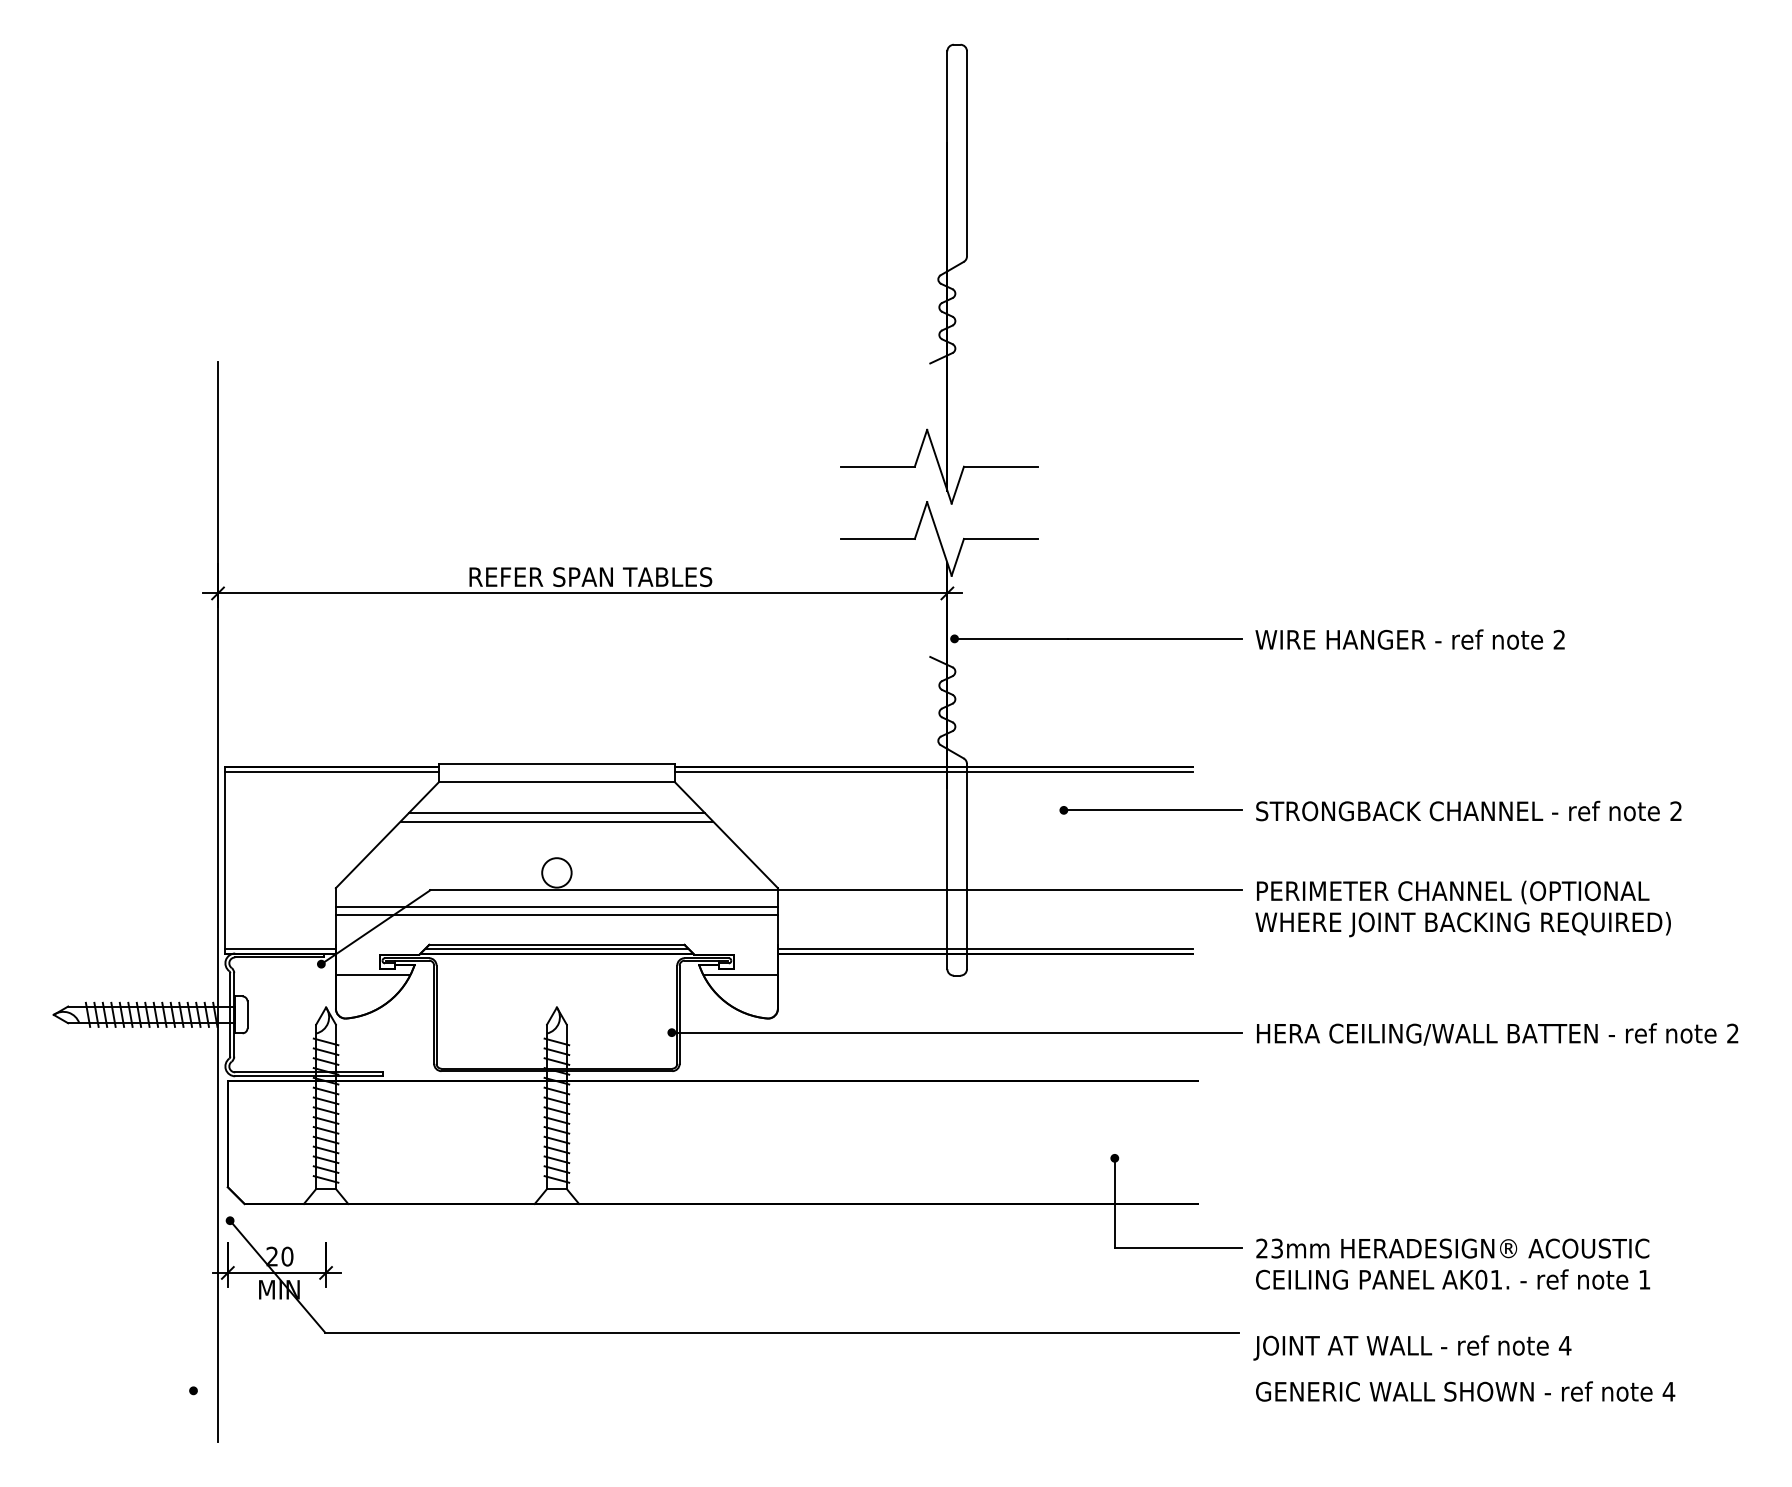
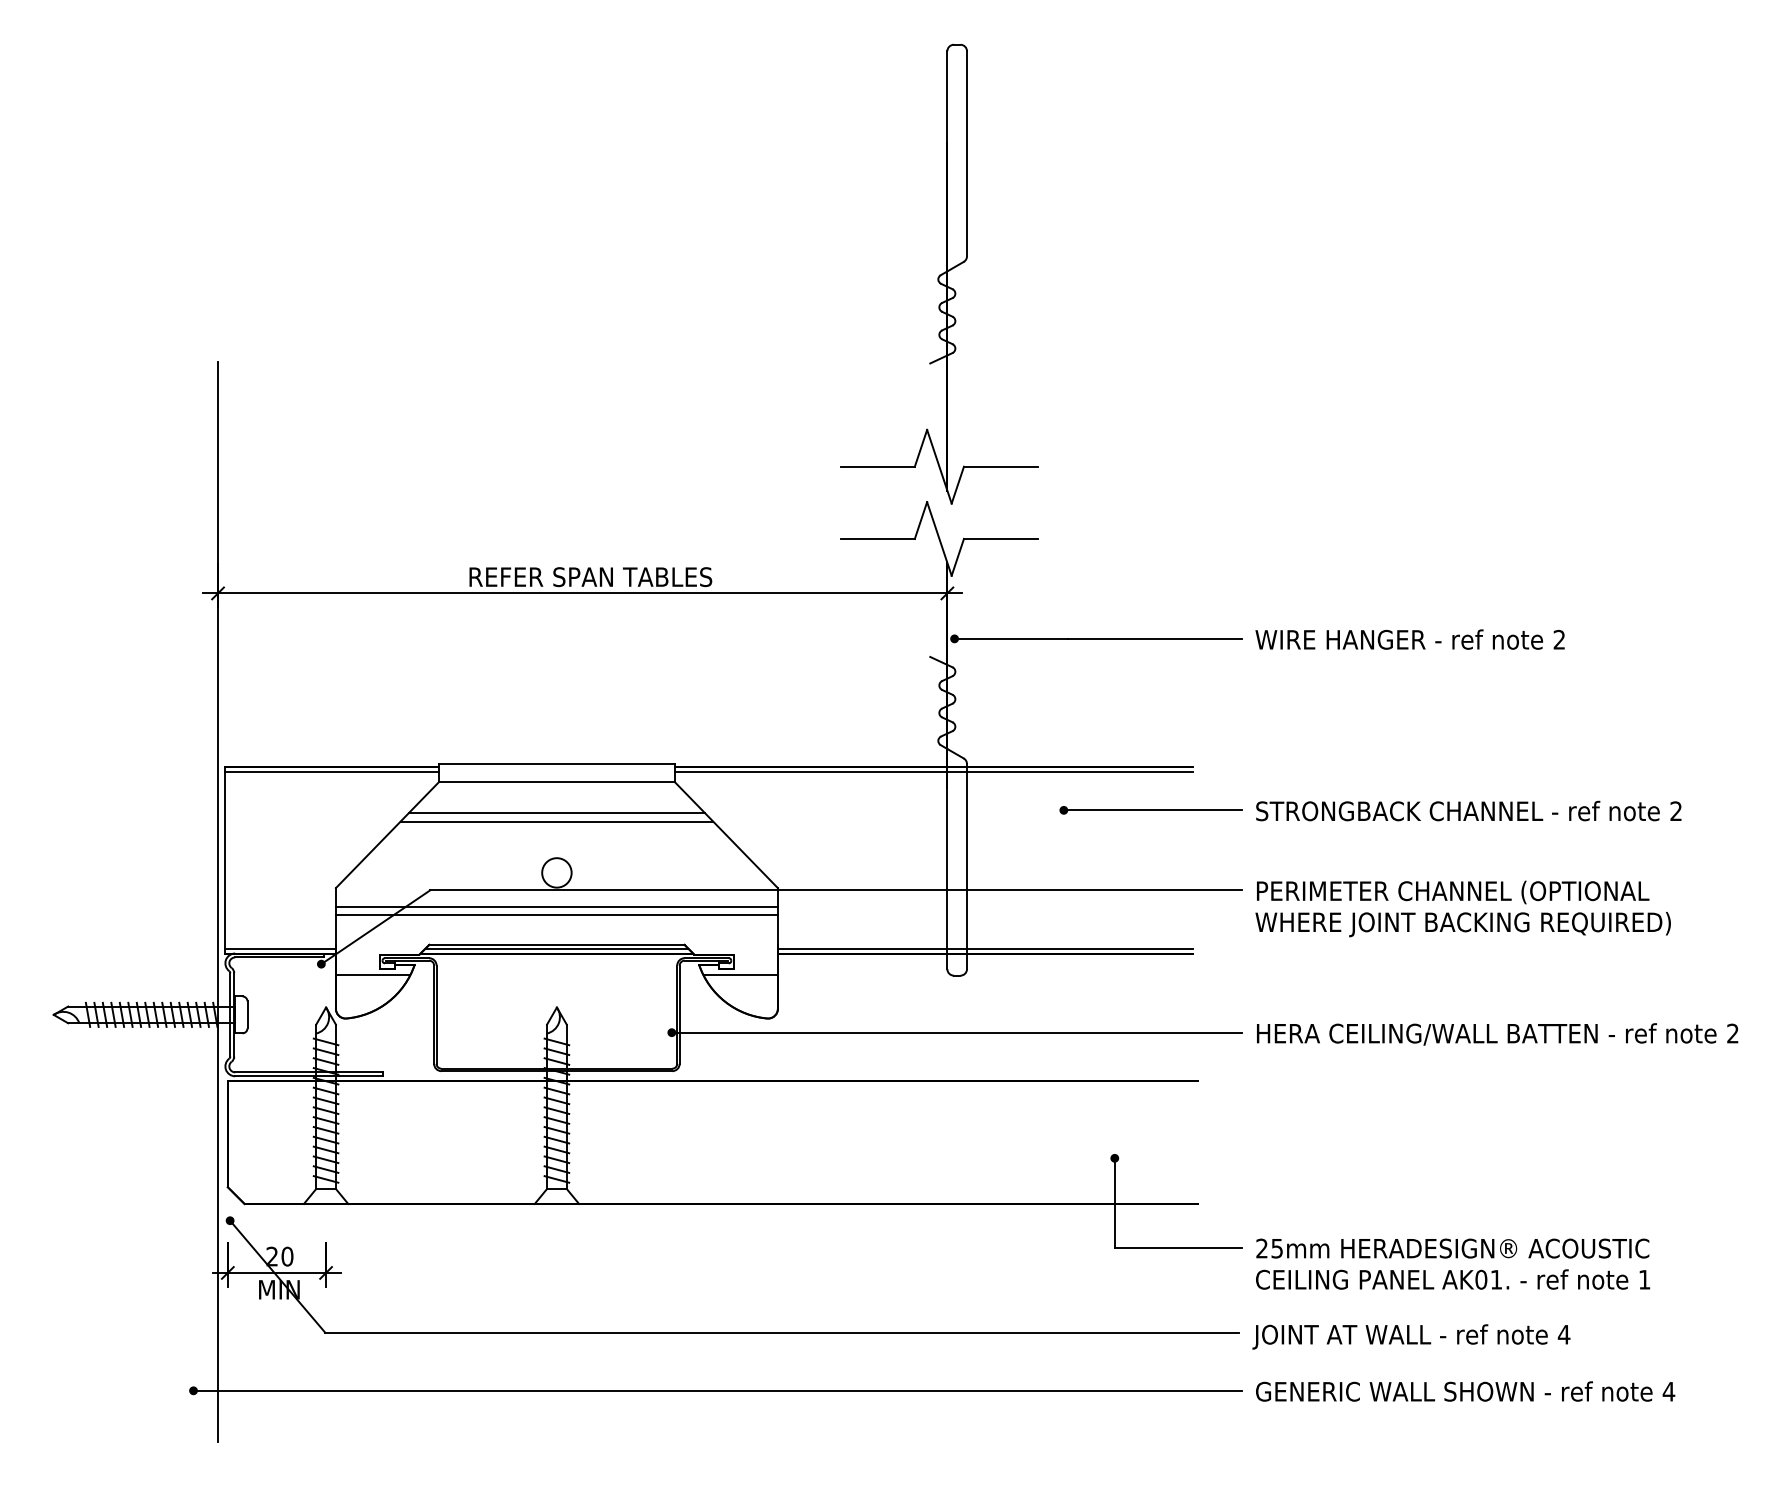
text at (1277, 1247): 23mm -> 25mm
text at (1412, 1347) position: (1412, 1347) -> (1411, 1336)
line at (717, 1390): none -> present
